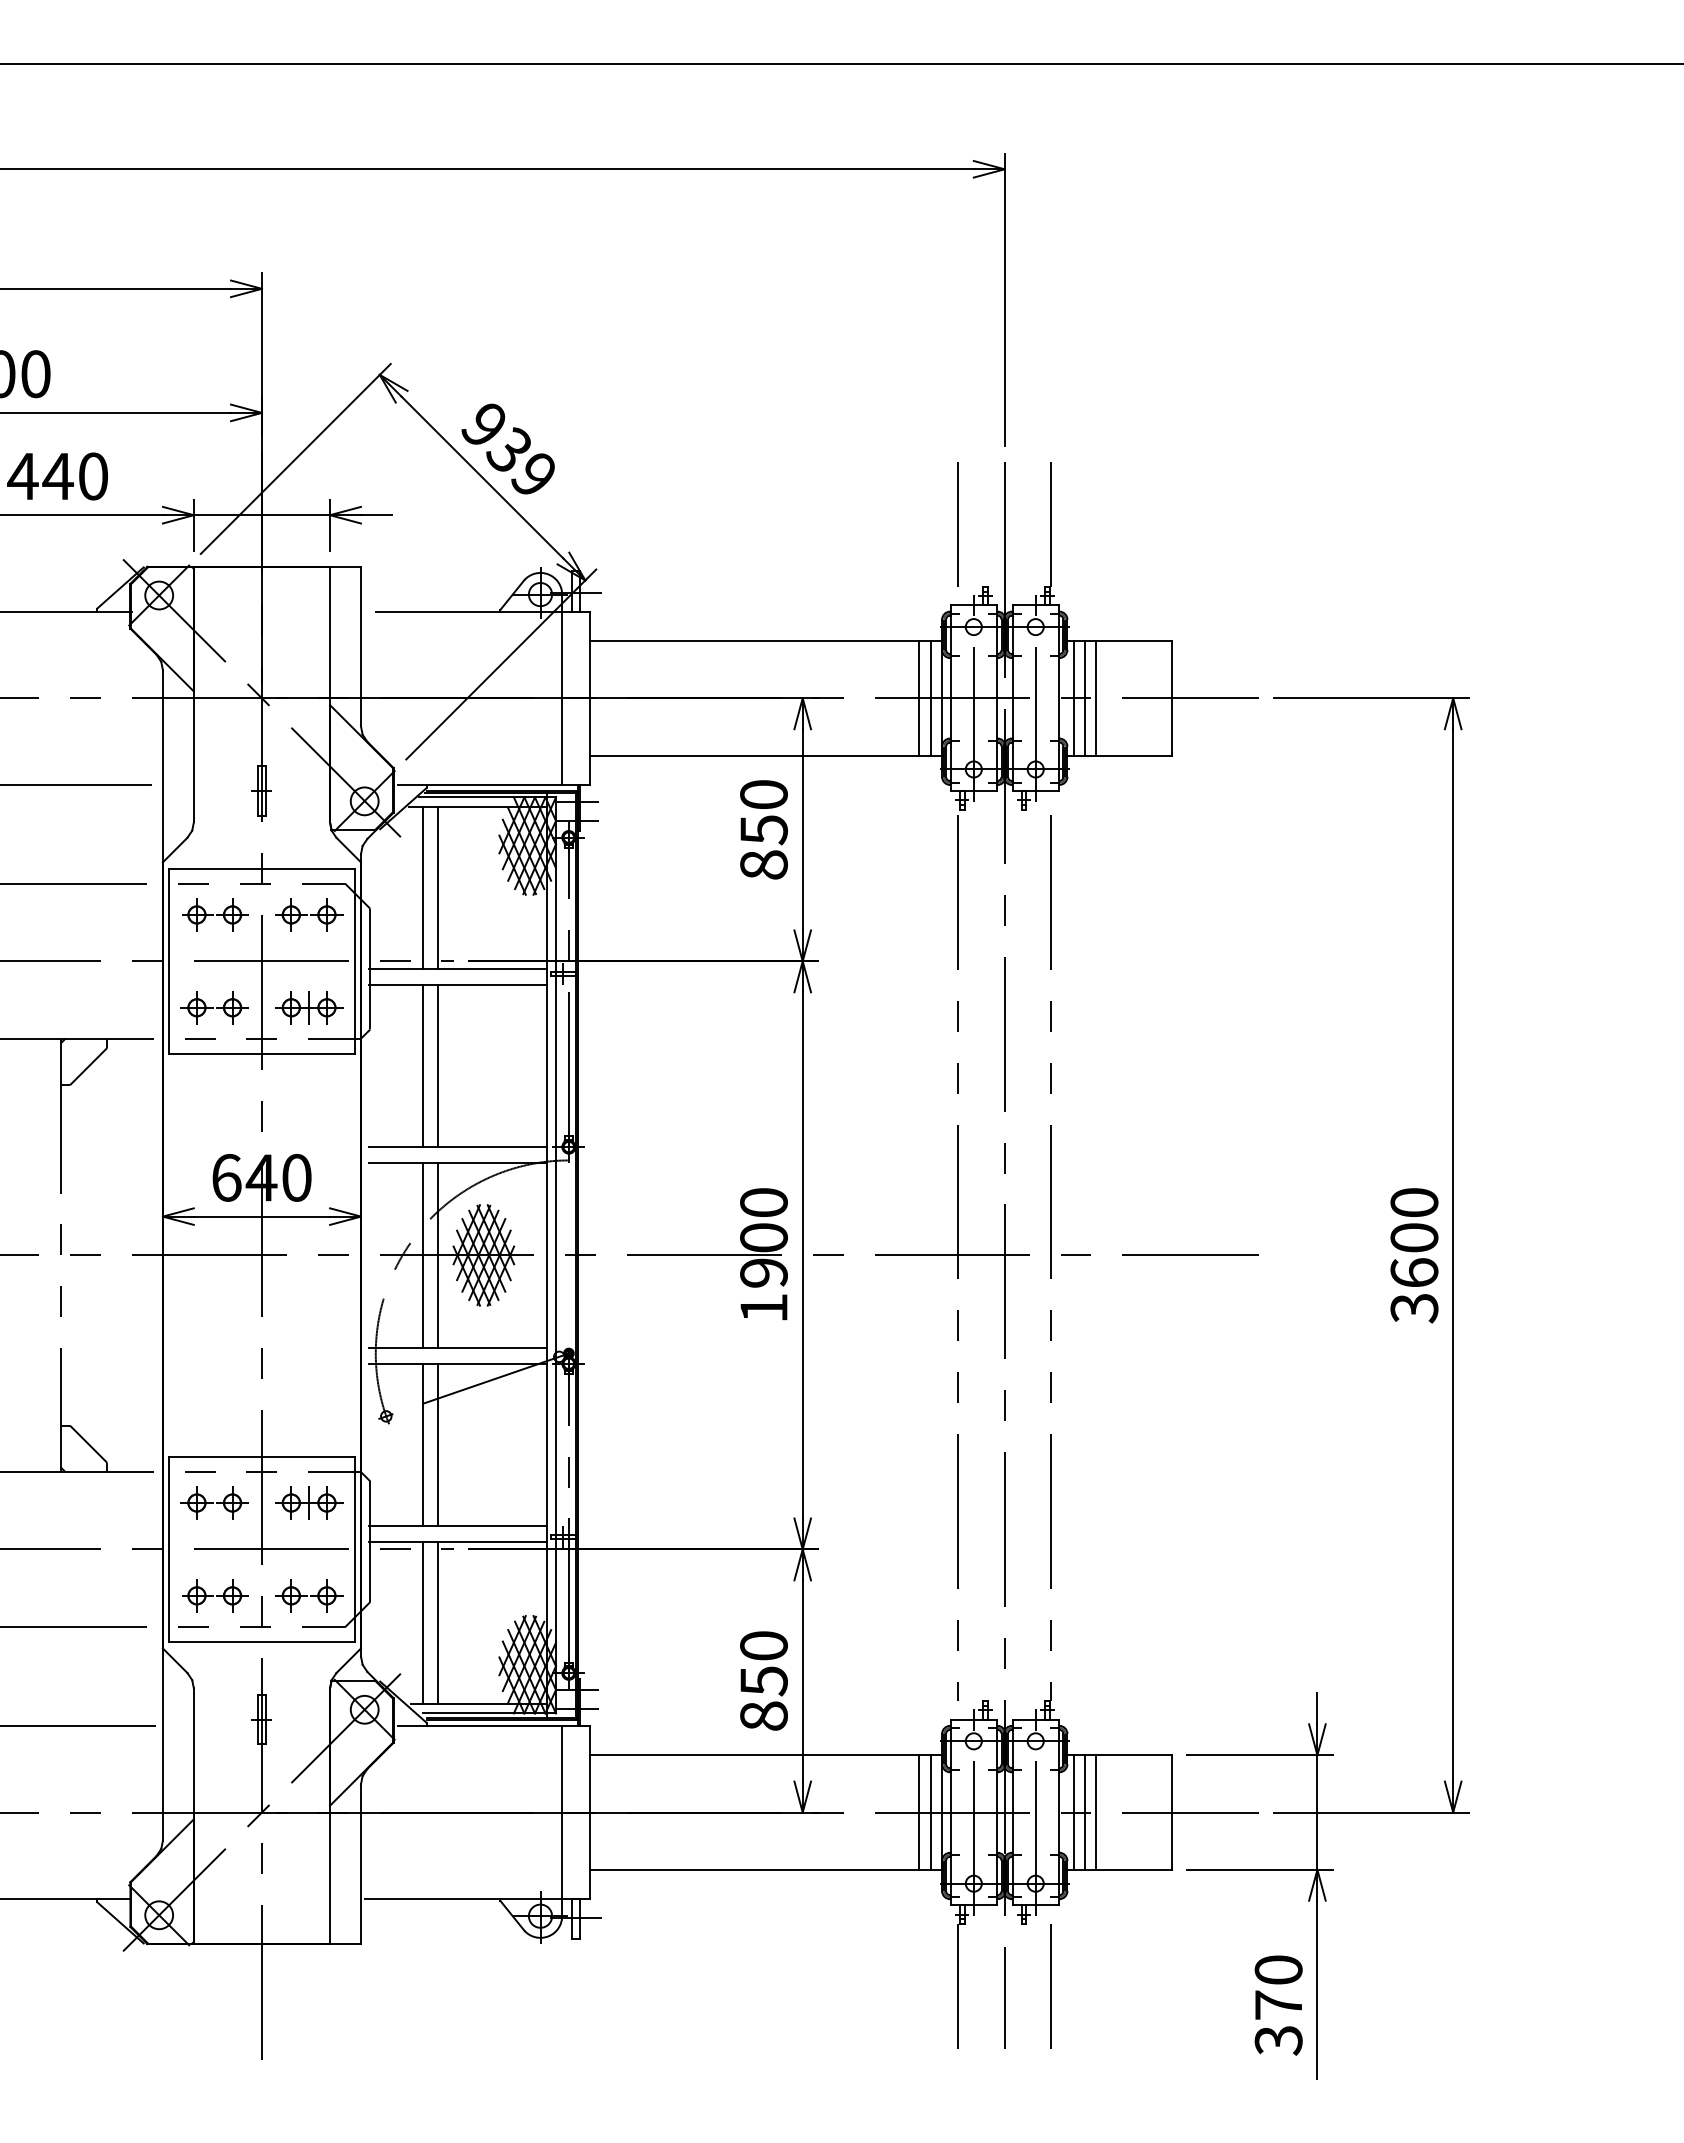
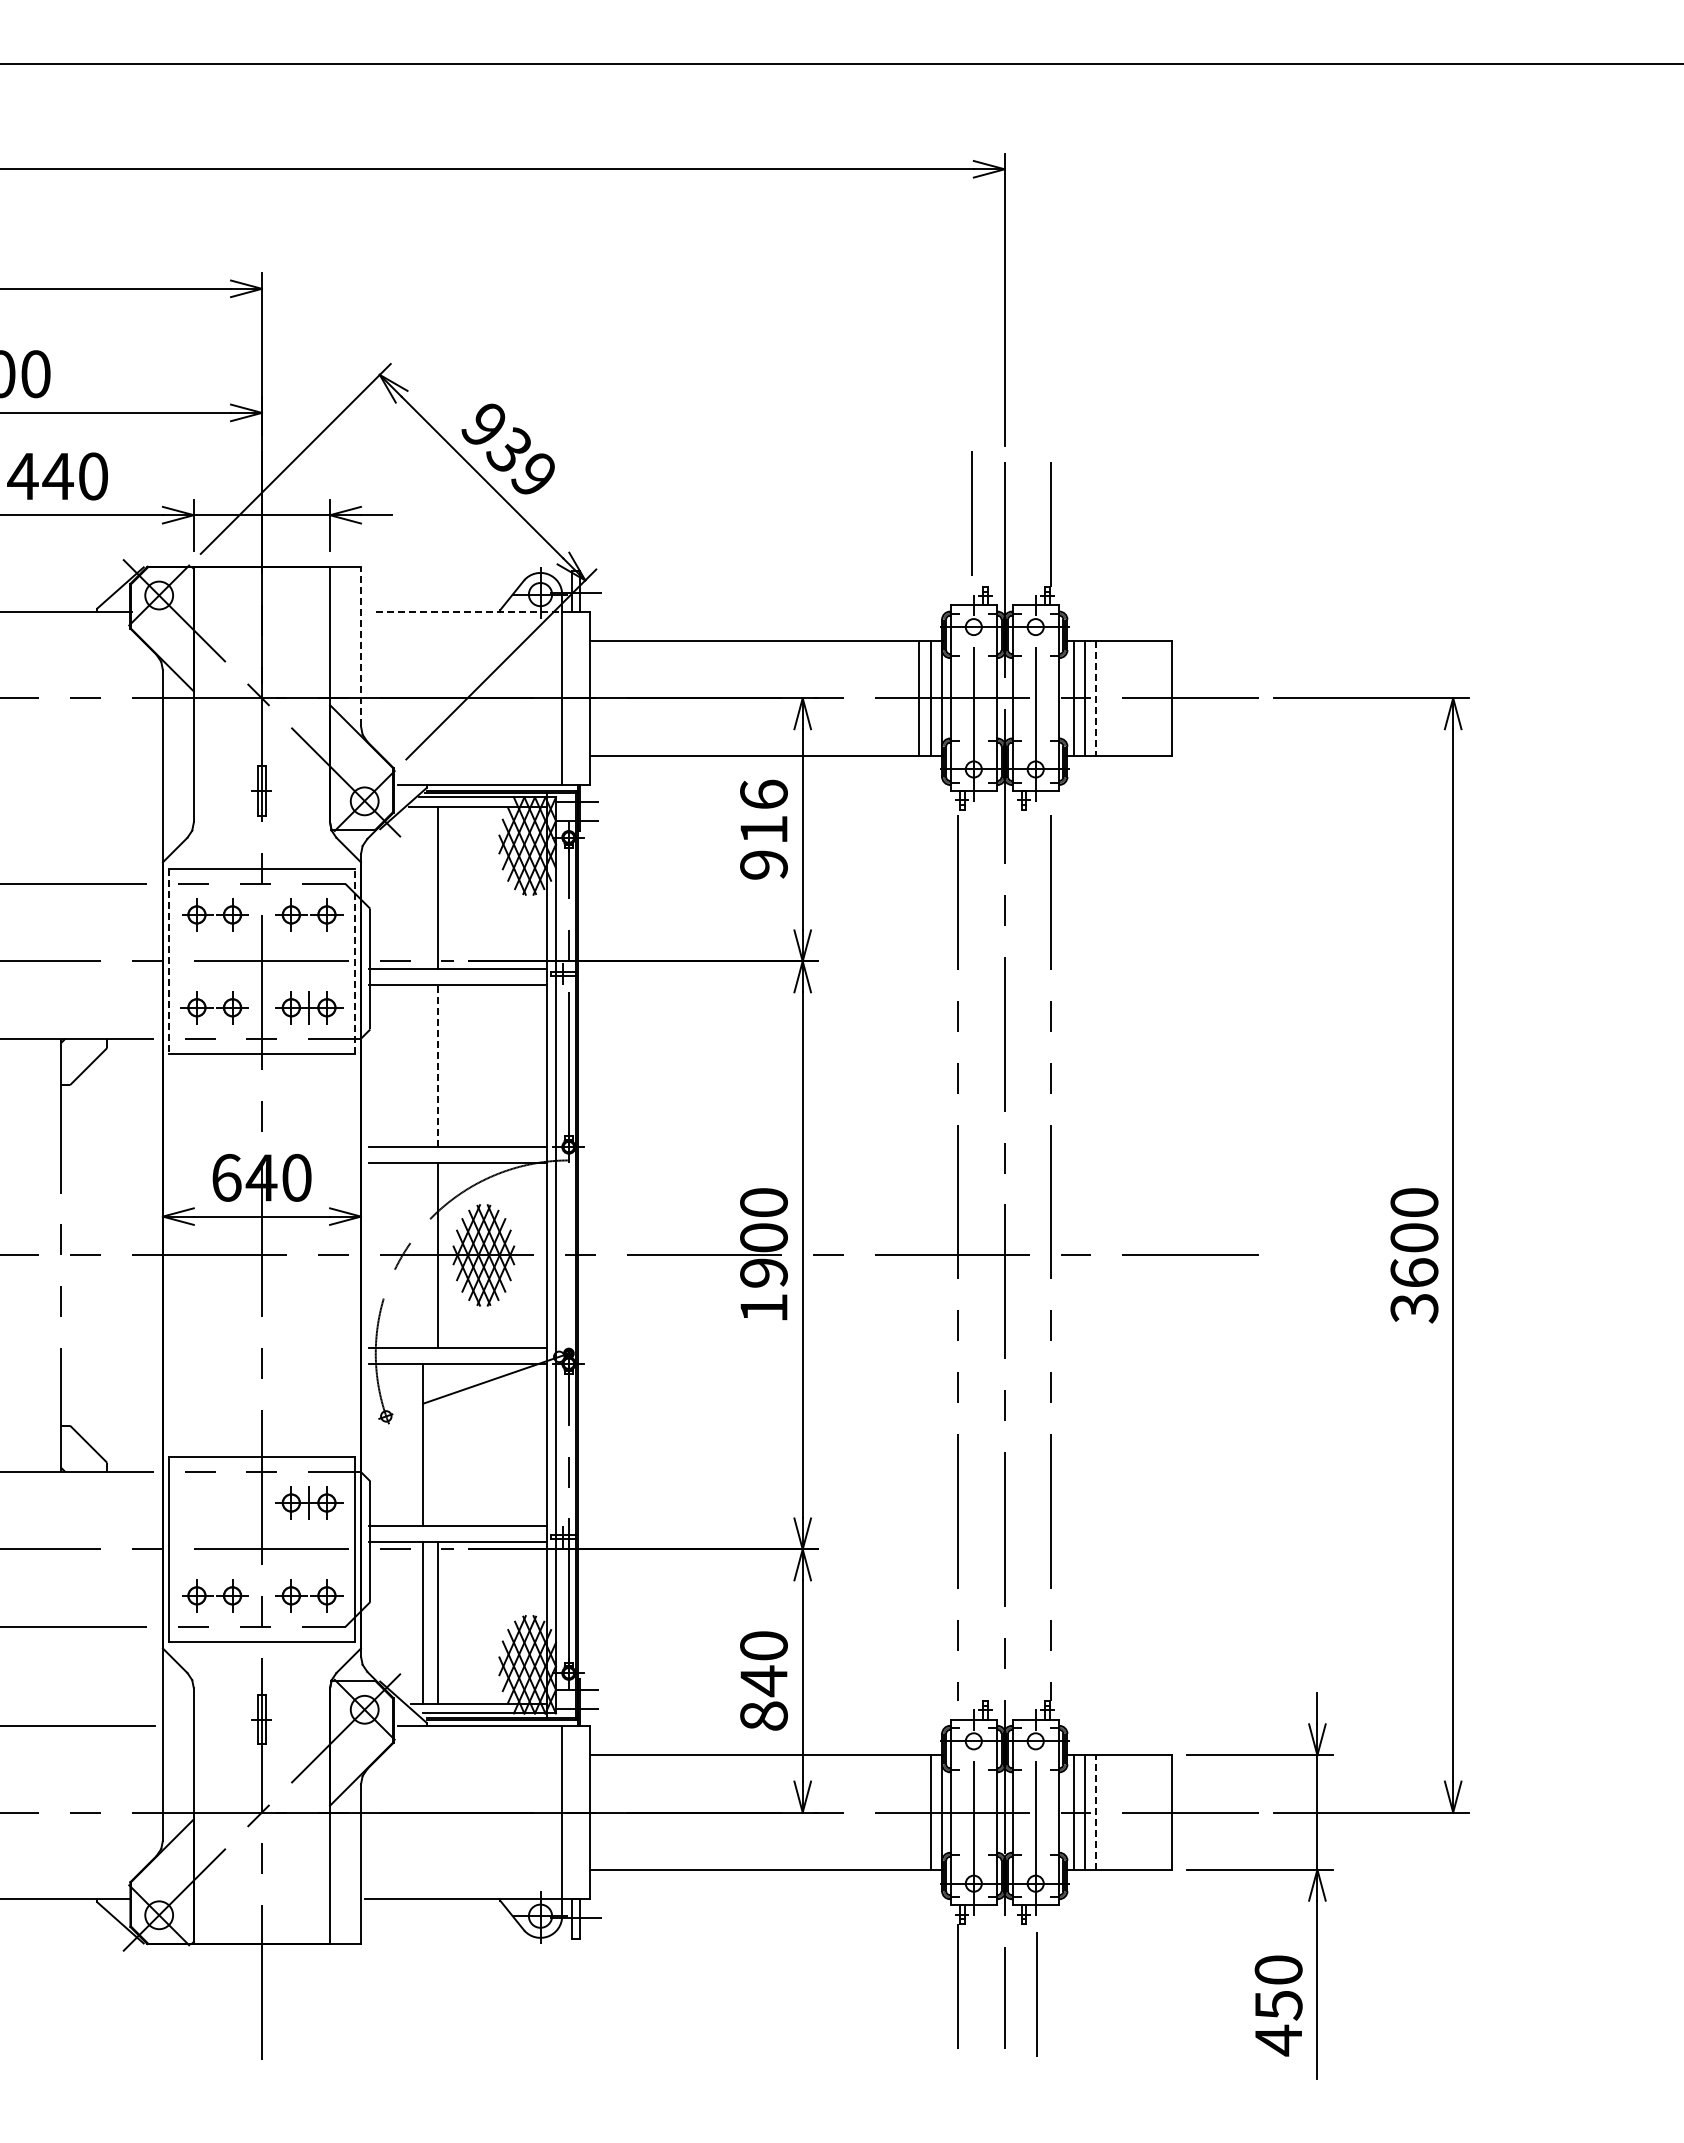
line at (957, 524) position: (957, 524) -> (971, 513)
line at (469, 611): solid -> dashed
line at (361, 646): solid -> dashed
line at (1096, 698): solid -> dashed
line at (76, 784): present -> none
text at (763, 829): 850 -> 916
line at (422, 887): present -> none
line at (169, 961): solid -> dashed
line at (354, 961): solid -> dashed
line at (422, 1065): present -> none
line at (438, 1065): solid -> dashed
line at (422, 1255): present -> none
line at (438, 1444): present -> none
part at (214, 1502): present -> none
text at (763, 1681): 850 -> 840
line at (918, 1812): present -> none
line at (1096, 1812): solid -> dashed
line at (1050, 1986) position: (1050, 1986) -> (1036, 1994)
text at (1278, 2023): 370 -> 450
